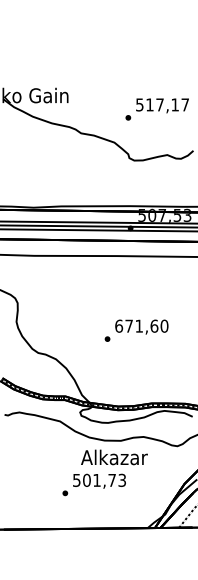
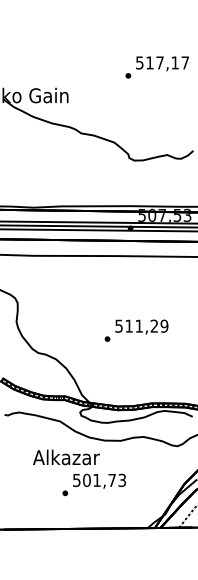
text at (156, 109) position: (156, 109) -> (156, 67)
text at (141, 325): 671,60 -> 511,29
text at (114, 457) position: (114, 457) -> (66, 457)
